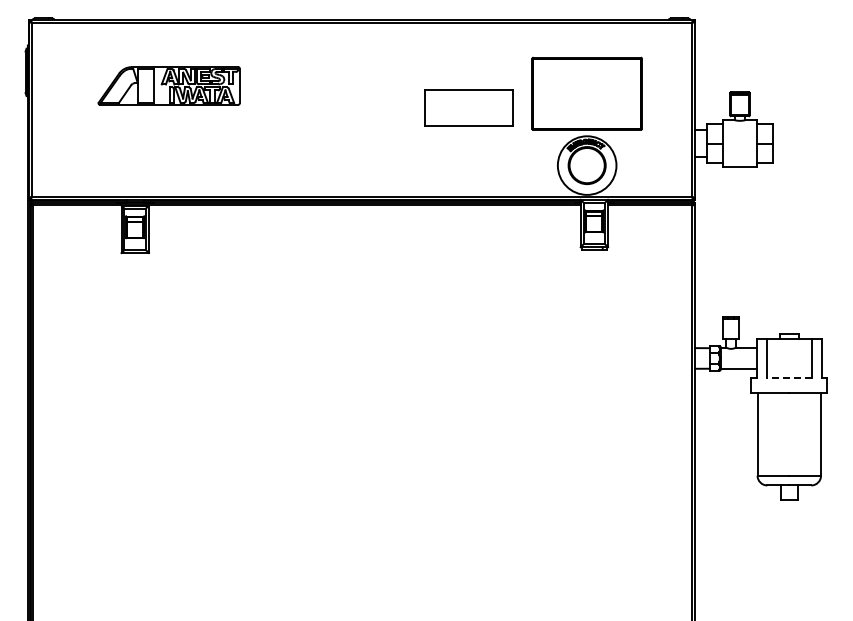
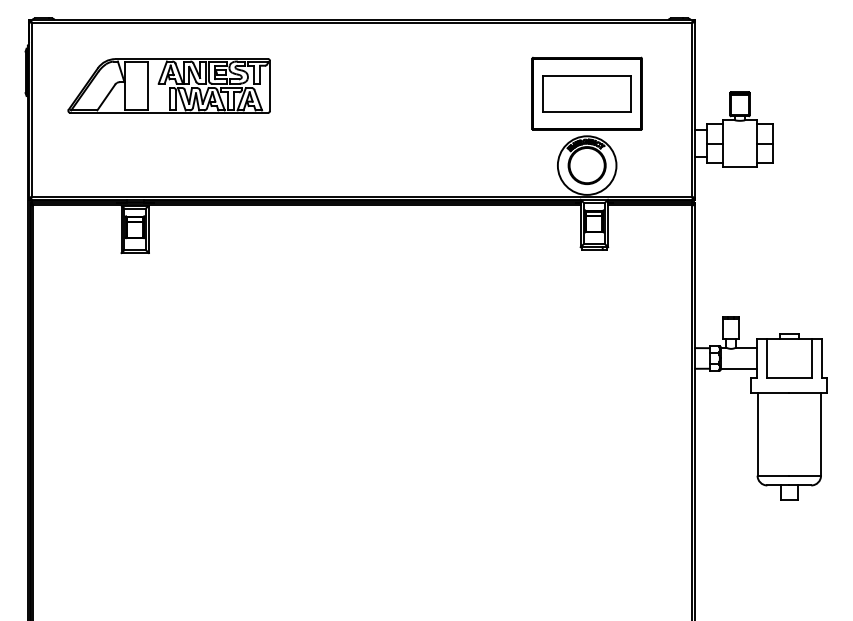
part at (168, 85) size: 144x40 px -> 204x56 px
part at (468, 107) position: (468, 107) -> (586, 93)
line at (788, 378): dashed -> solid
